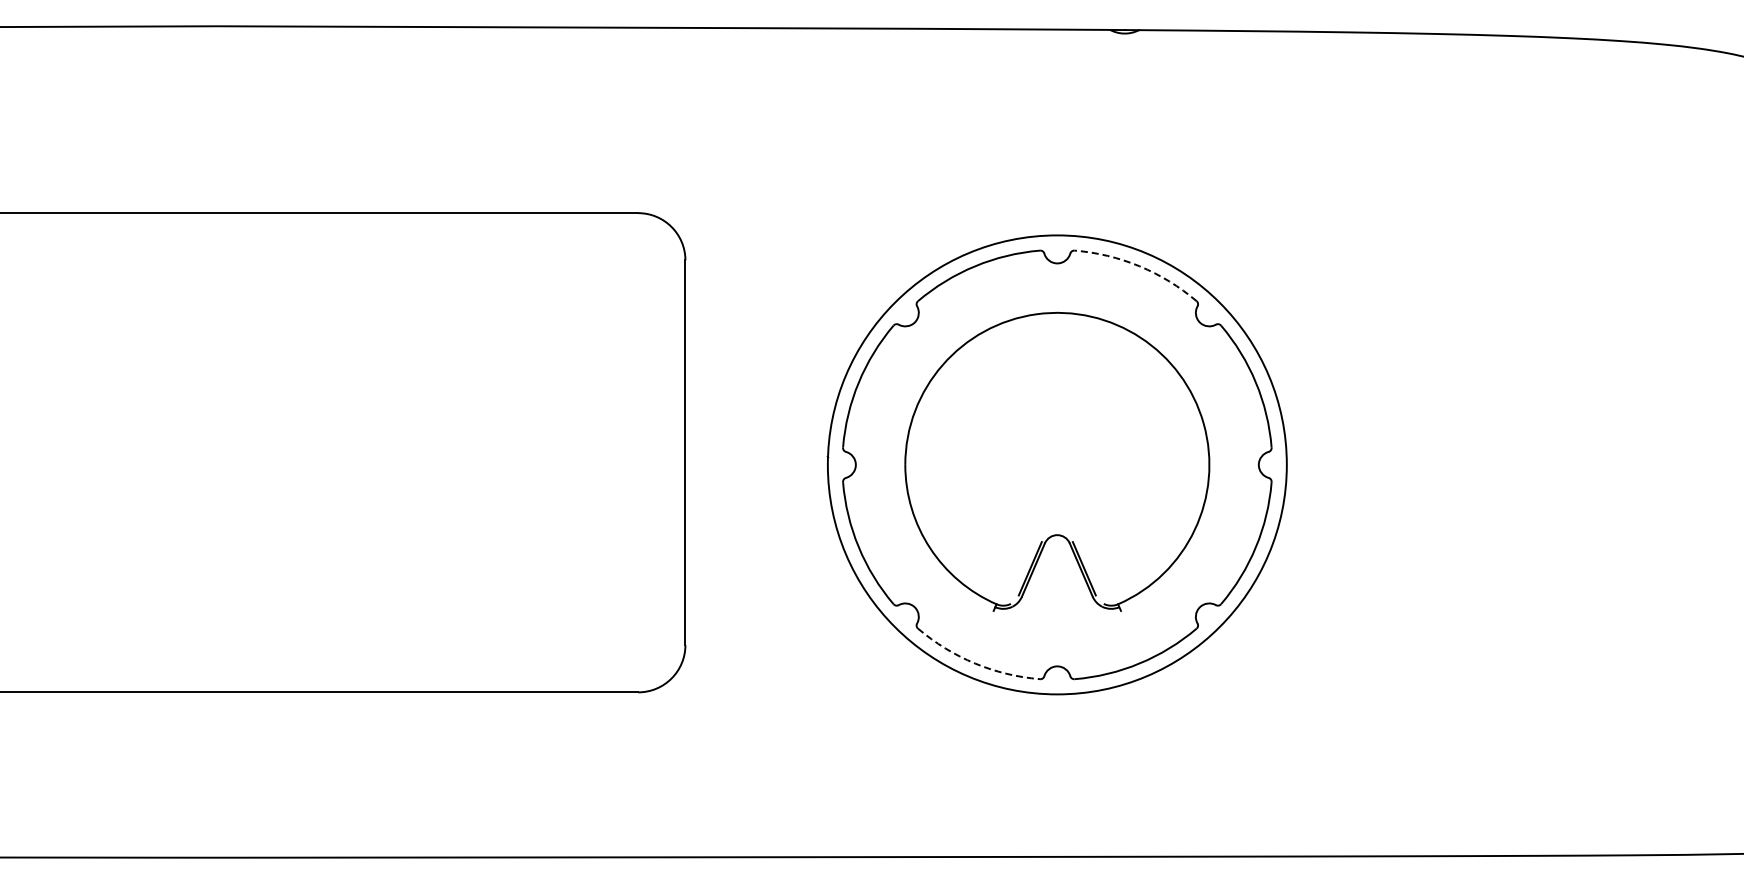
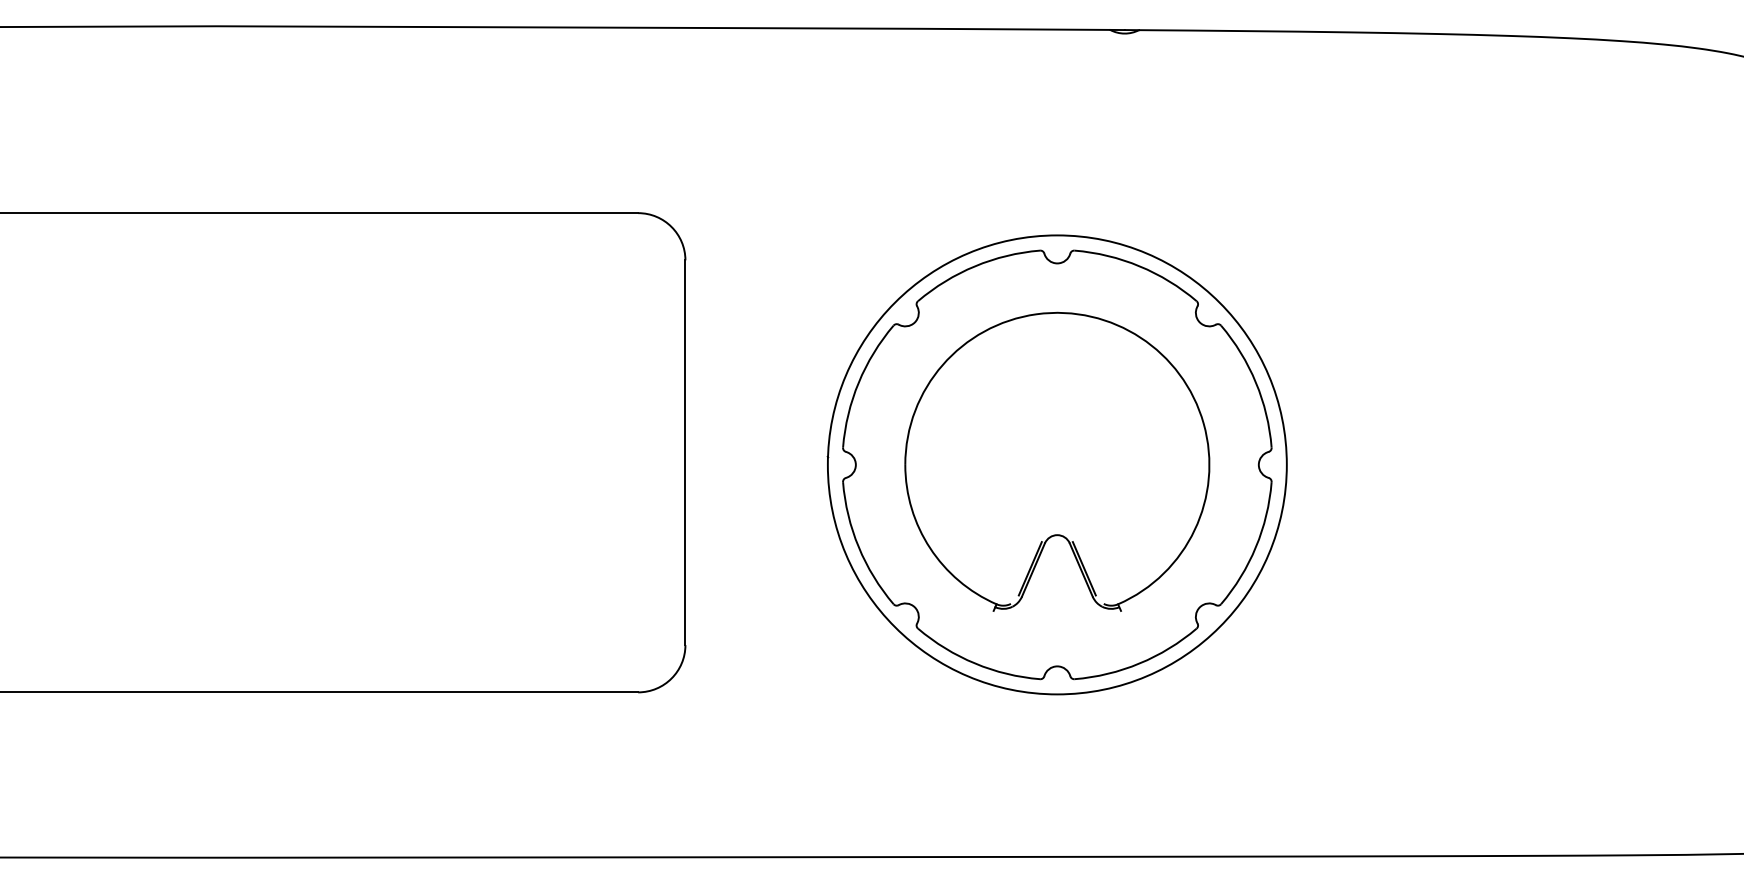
arc at (1139, 266): dashed -> solid
arc at (975, 663): dashed -> solid
